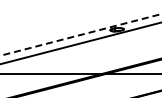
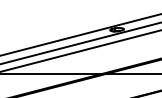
line at (81, 34): dashed -> solid
line at (80, 50): none -> present
